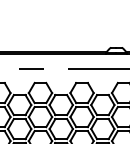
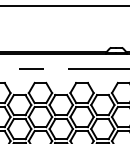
line at (64, 5): none -> present
